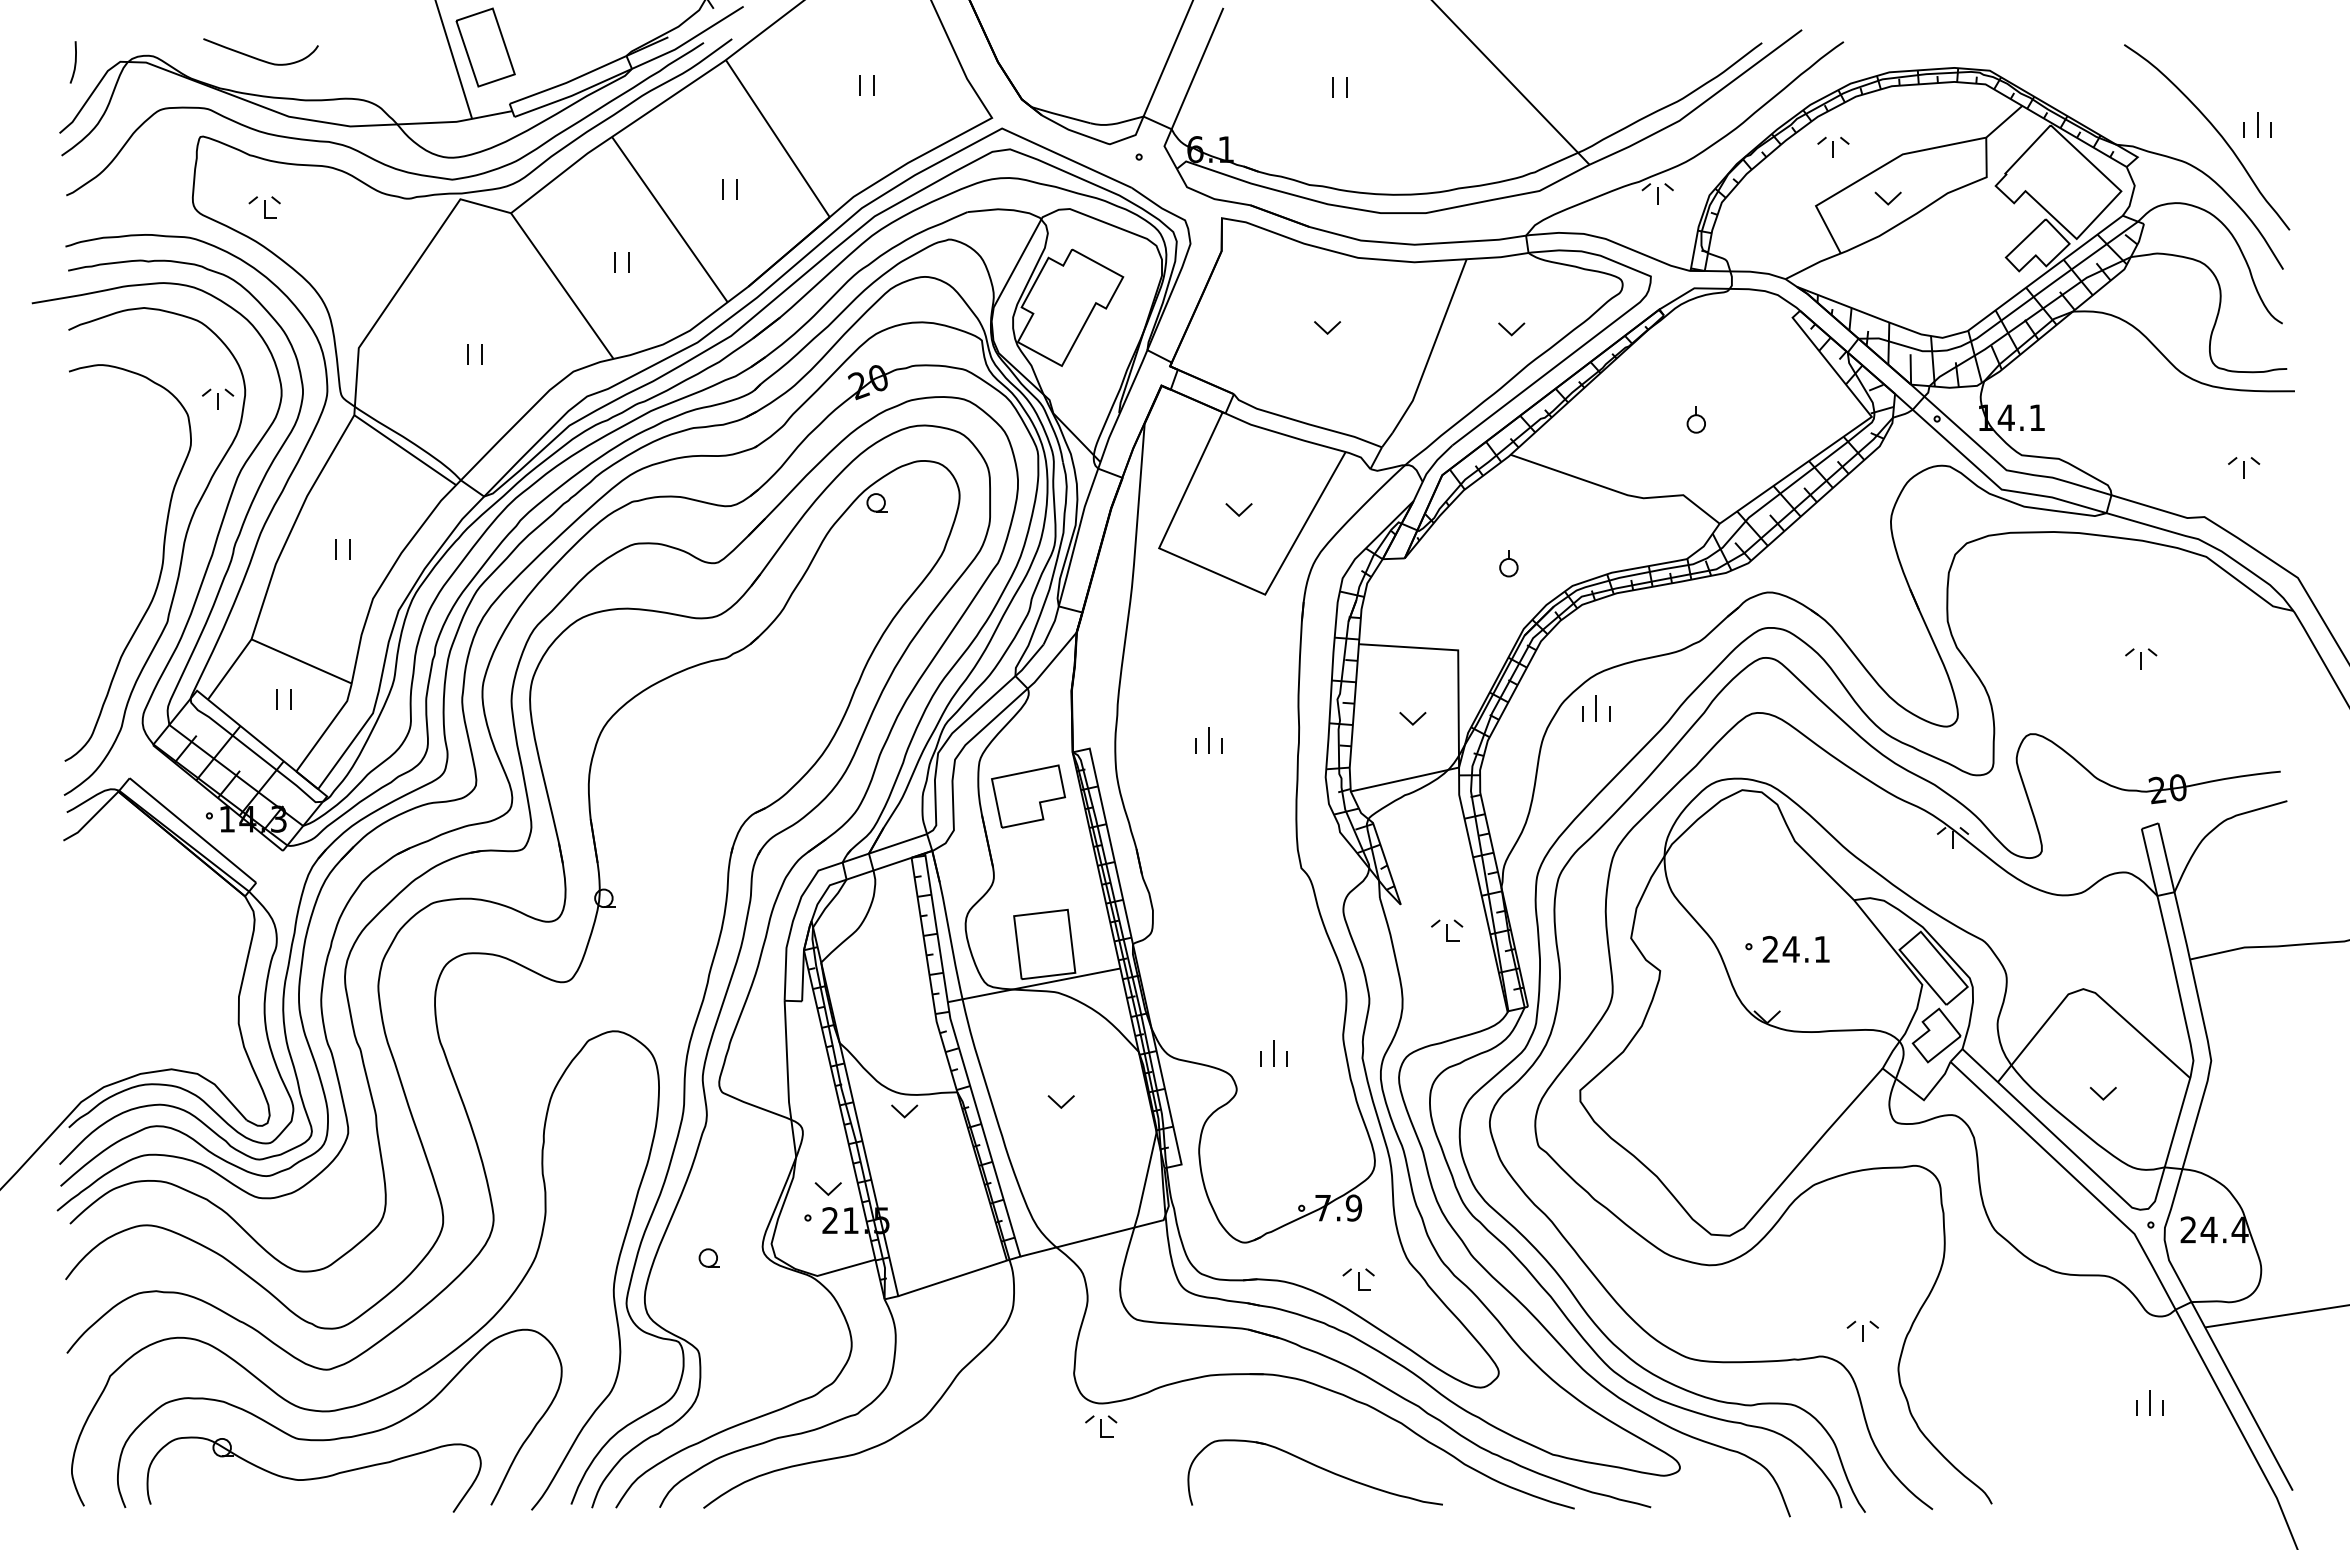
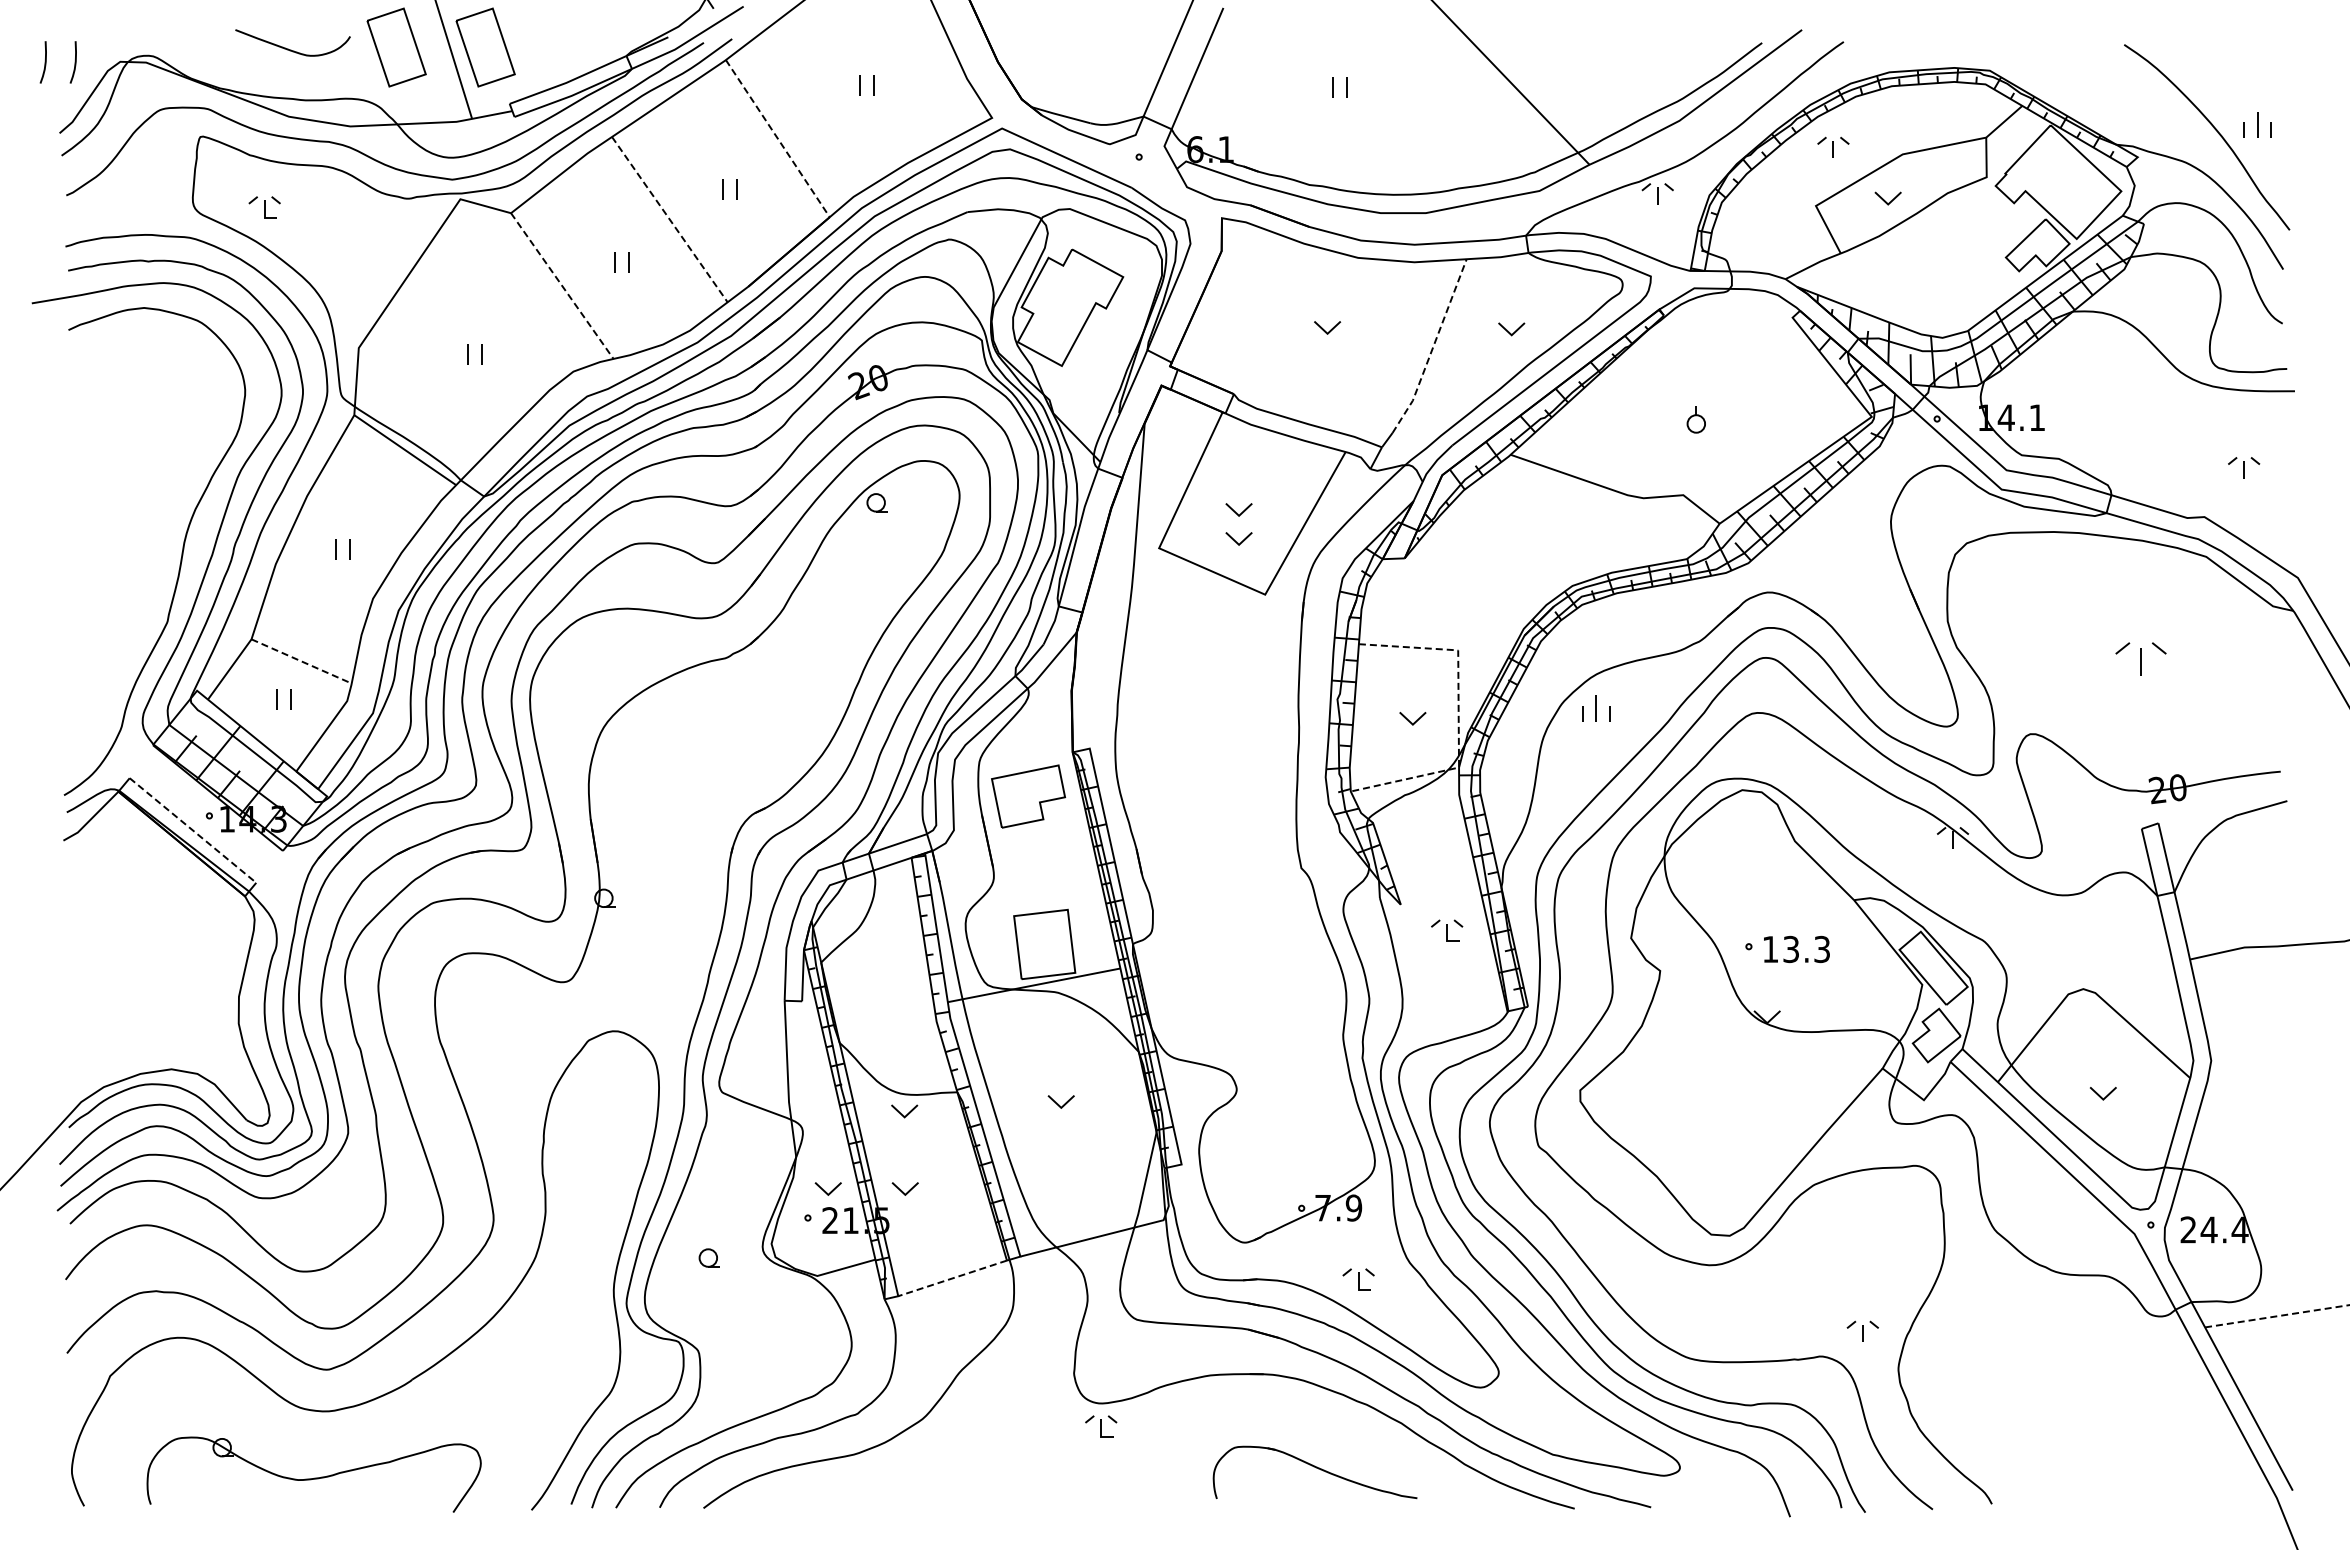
part at (396, 47): none -> present
curve at (259, 58) position: (259, 58) -> (291, 49)
curve at (44, 62): none -> present
line at (778, 139): solid -> dashed
line at (669, 219): solid -> dashed
line at (562, 286): solid -> dashed
line at (1432, 348): solid -> dashed
part at (218, 398): present -> none
part at (1238, 538): none -> present
part at (1508, 563): present -> none
curve at (160, 569): present -> none
part at (2141, 658) size: 33x22 px -> 52x34 px
line at (301, 661): solid -> dashed
line at (1458, 714): solid -> dashed
part at (1208, 740): present -> none
line at (193, 830): solid -> dashed
text at (1795, 949): 24.1 -> 13.3
part at (1273, 1053): present -> none
part at (904, 1188): none -> present
line at (952, 1278): solid -> dashed
line at (2277, 1316): solid -> dashed
part at (2149, 1402): present -> none
curve at (343, 1436): present -> none
part at (1314, 1472) size: 256x67 px -> 206x55 px
